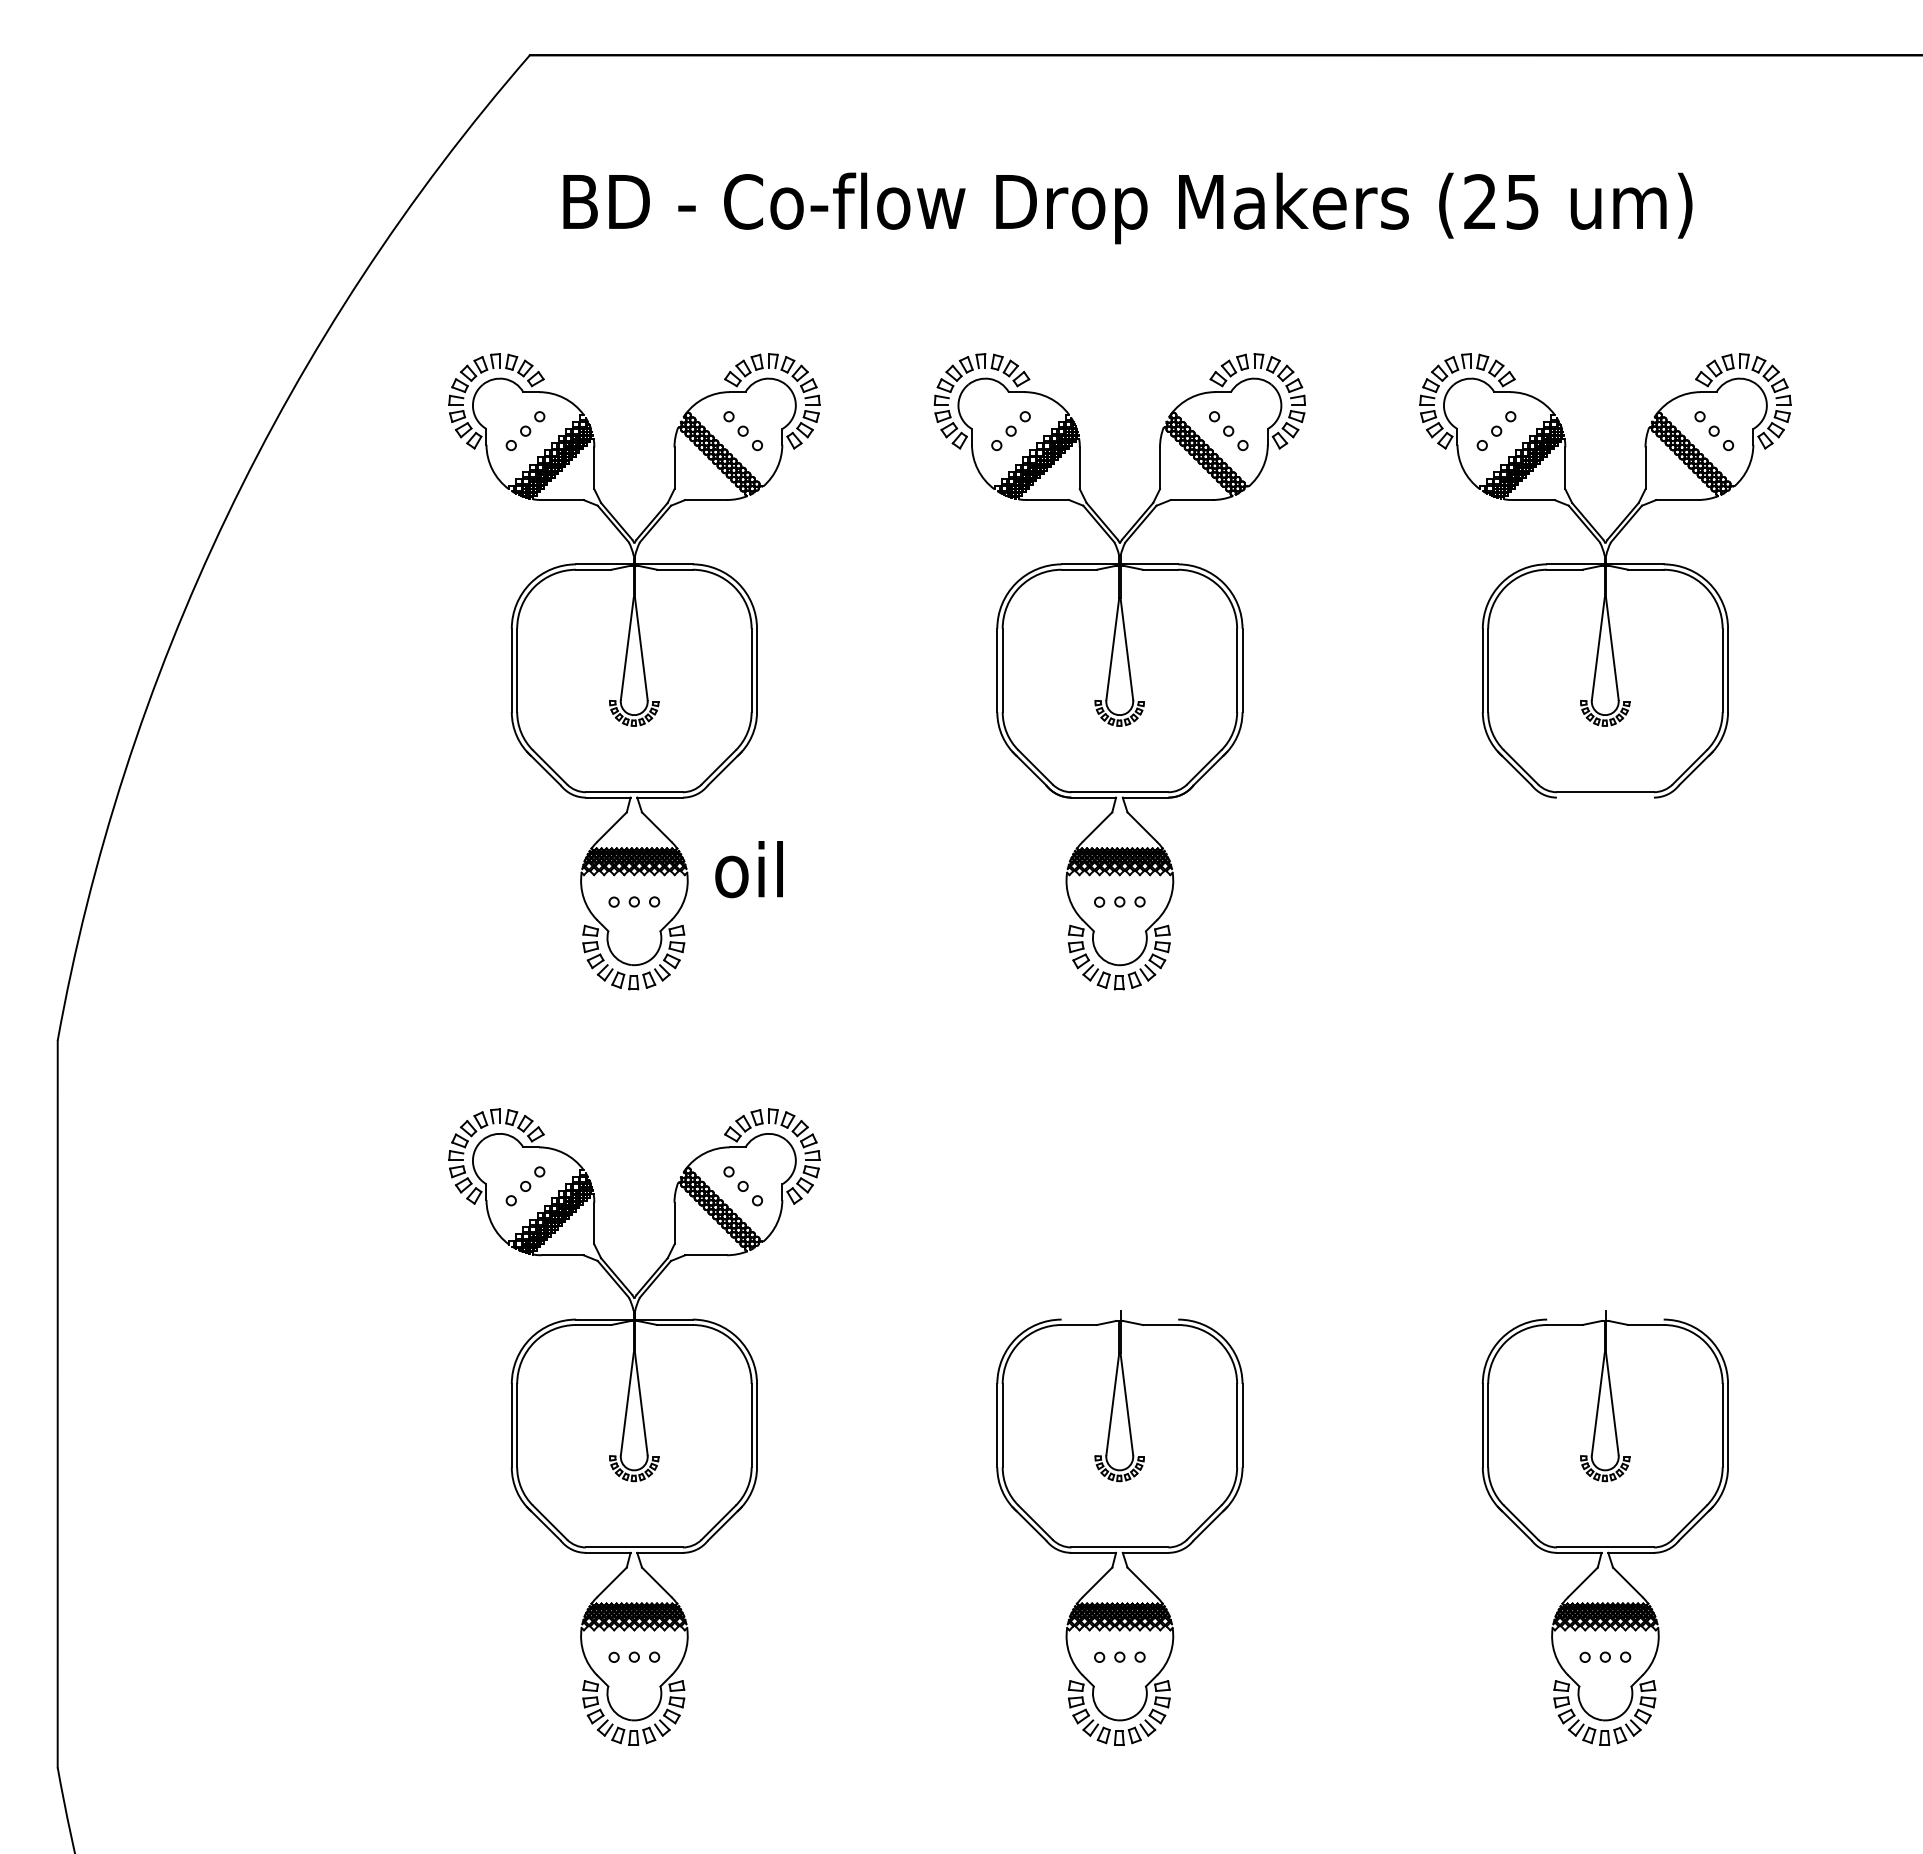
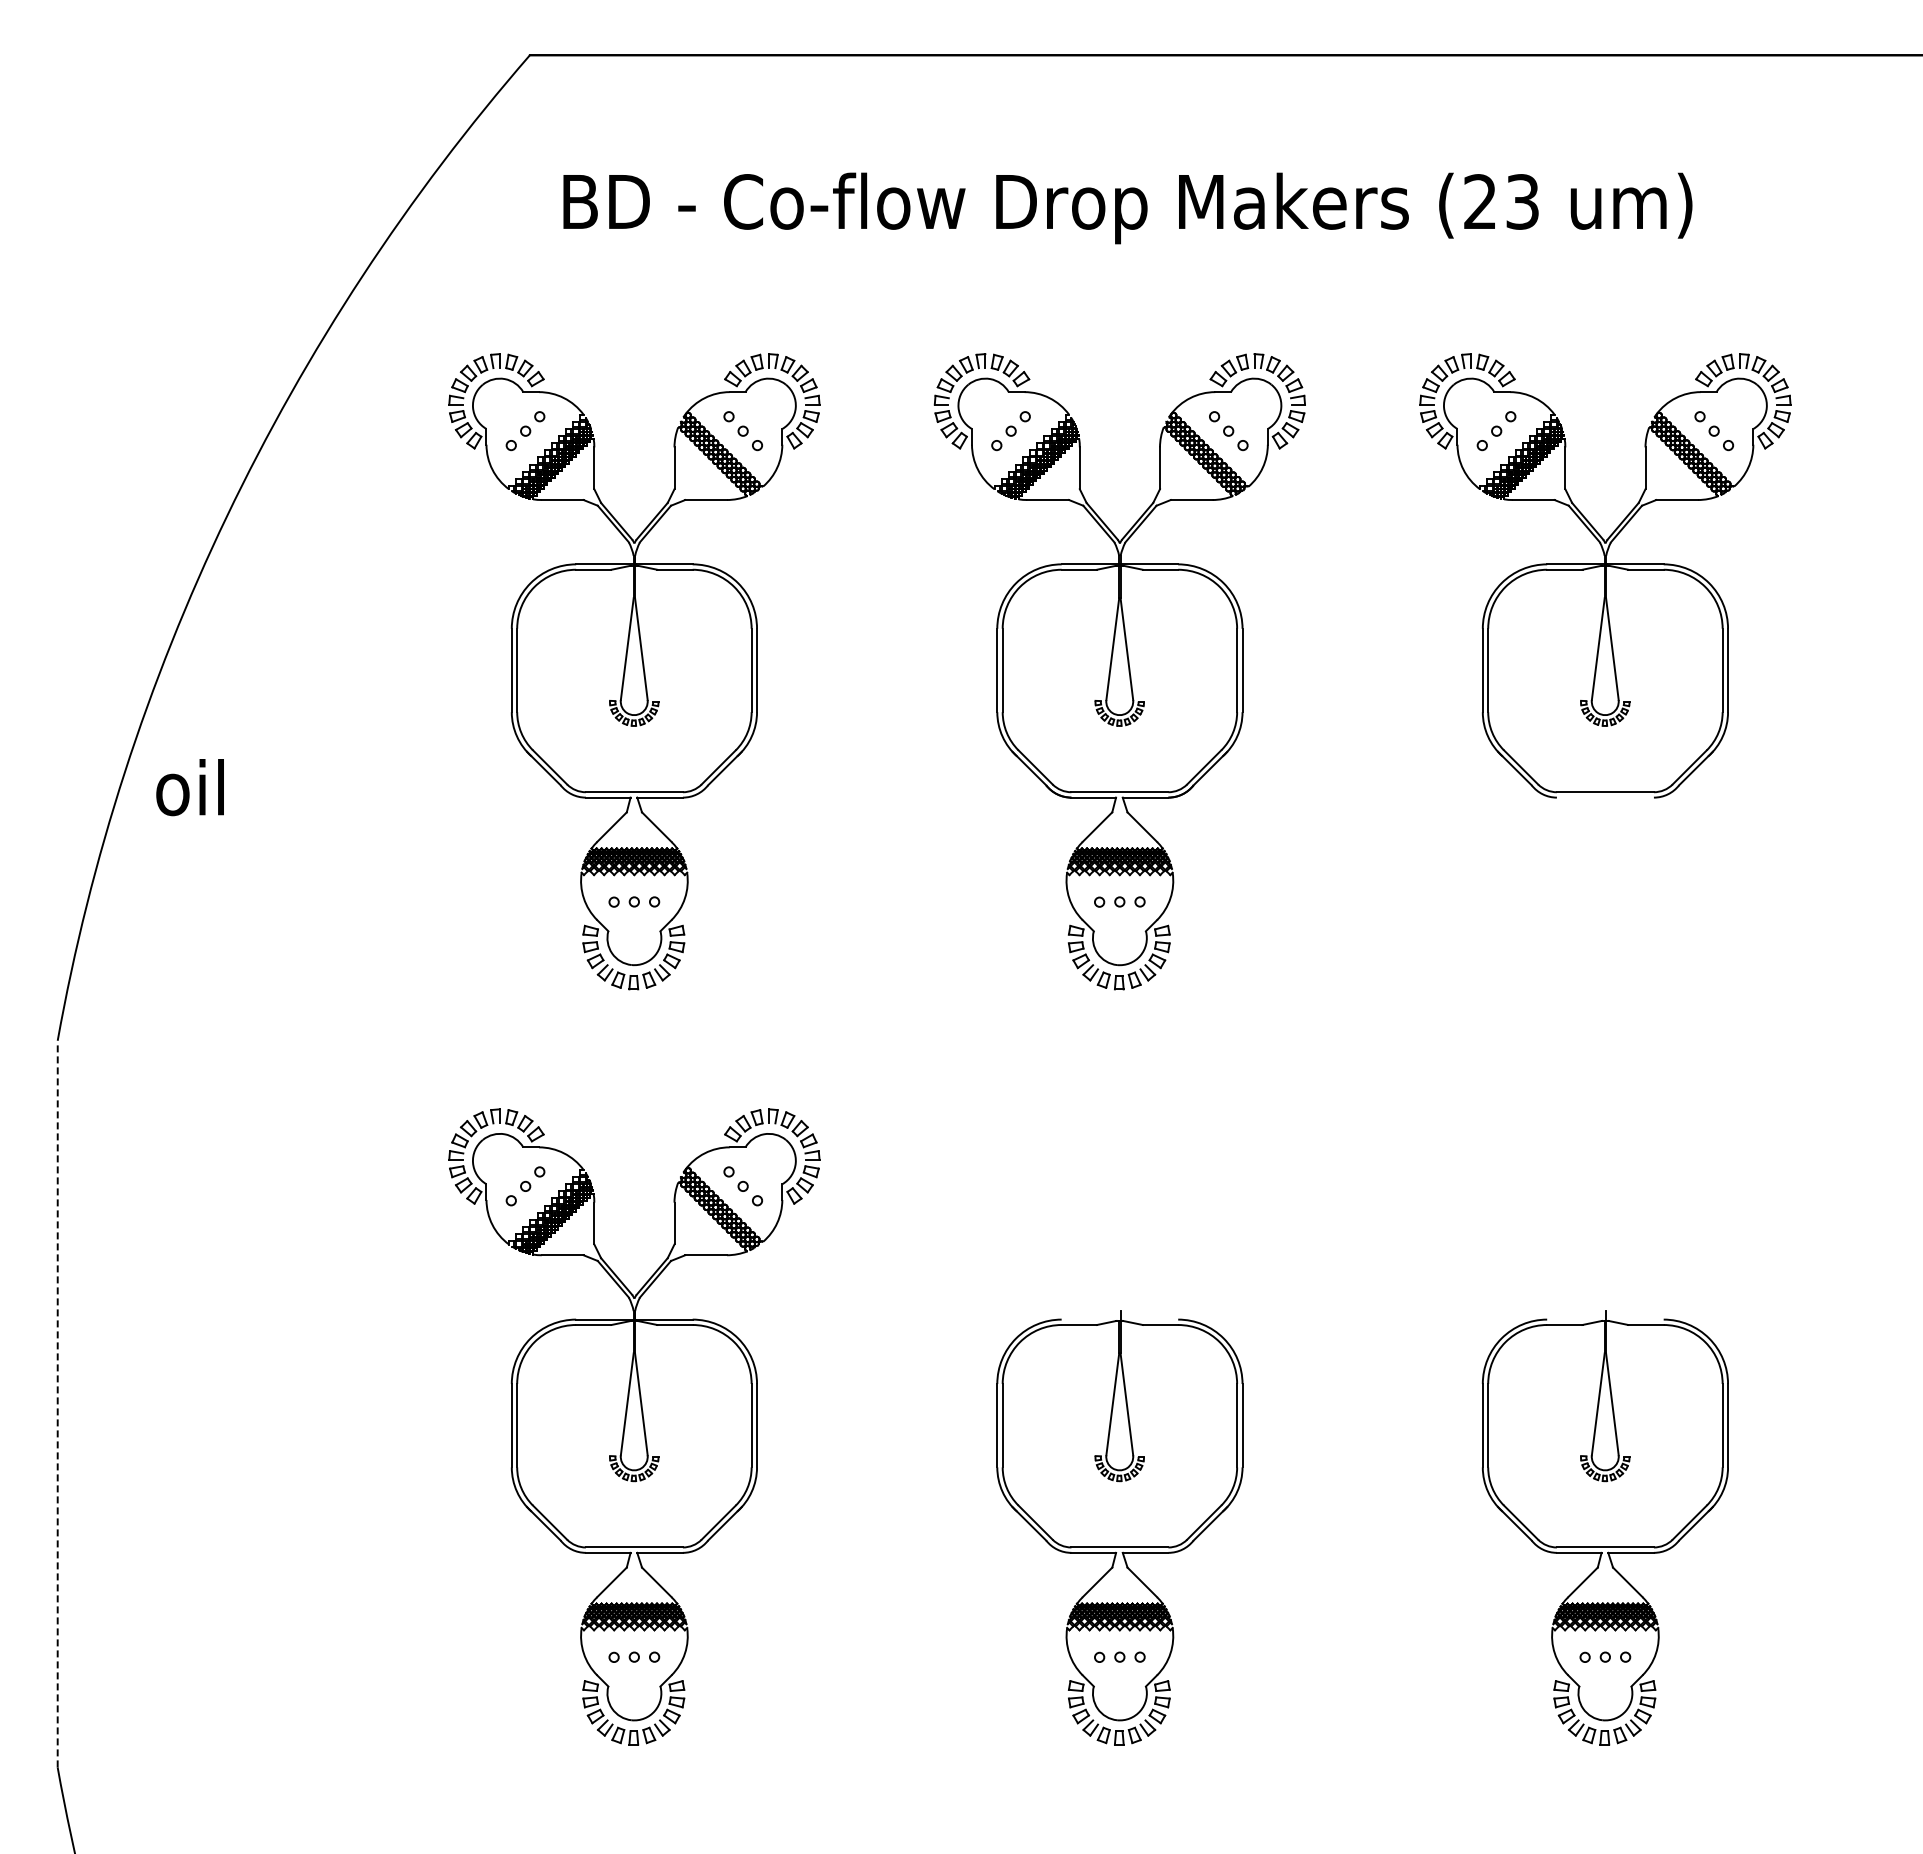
text at (1522, 201): (25 -> (23
text at (748, 869) position: (748, 869) -> (189, 787)
line at (57, 1403): solid -> dashed
